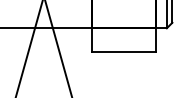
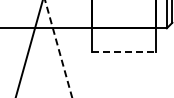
line at (58, 49): solid -> dashed
line at (124, 52): solid -> dashed
